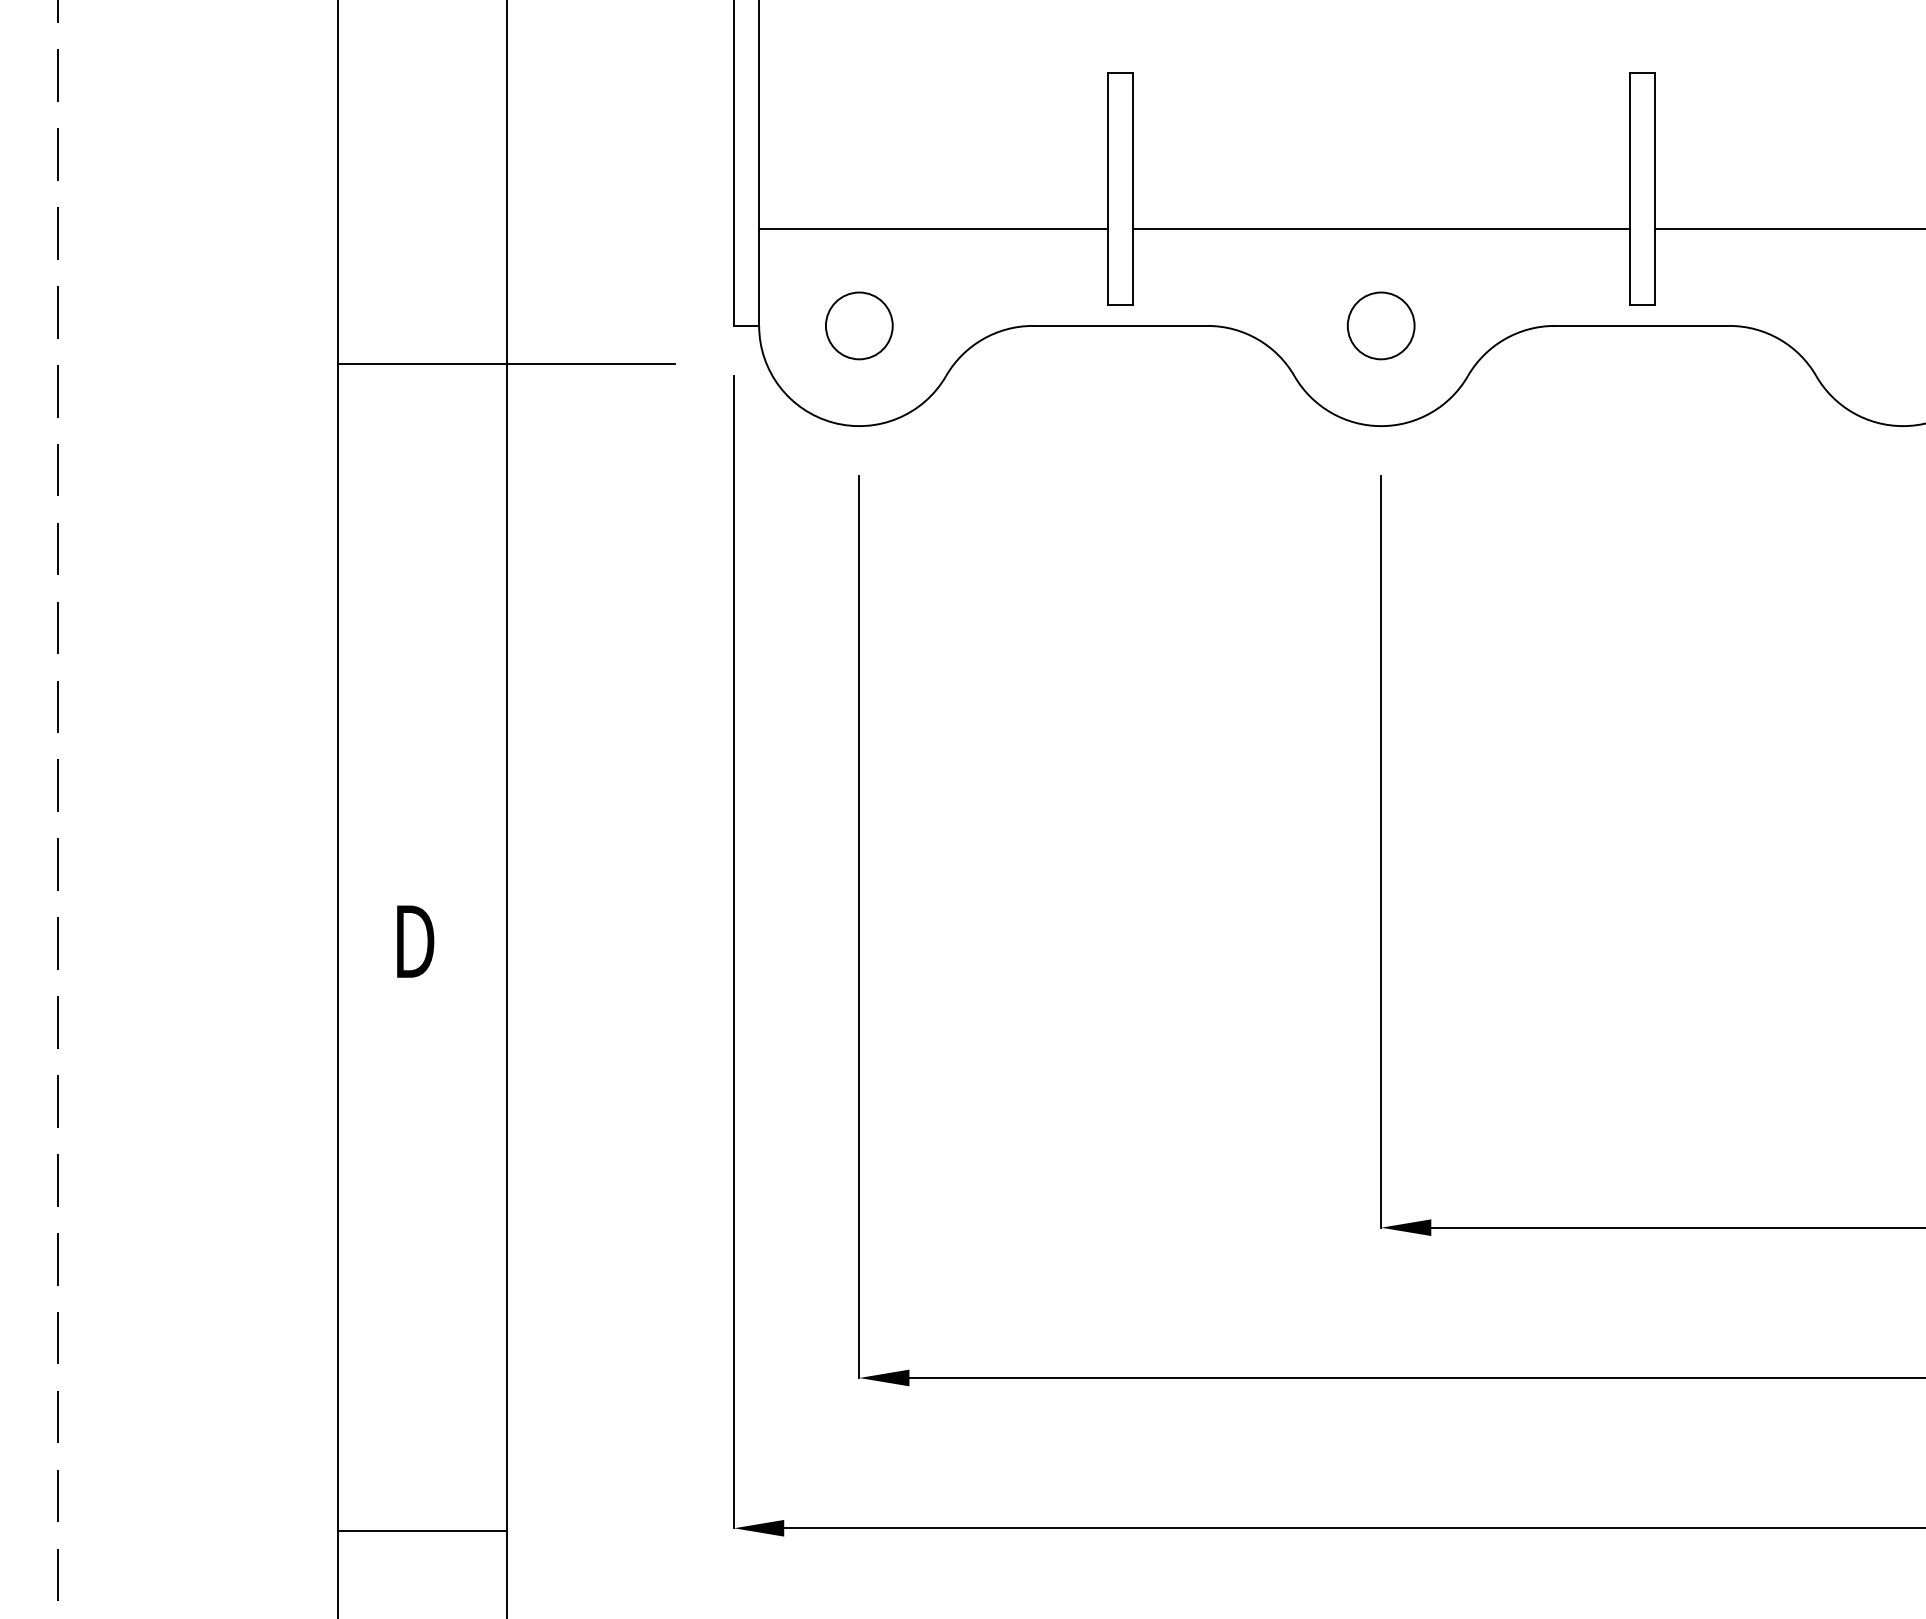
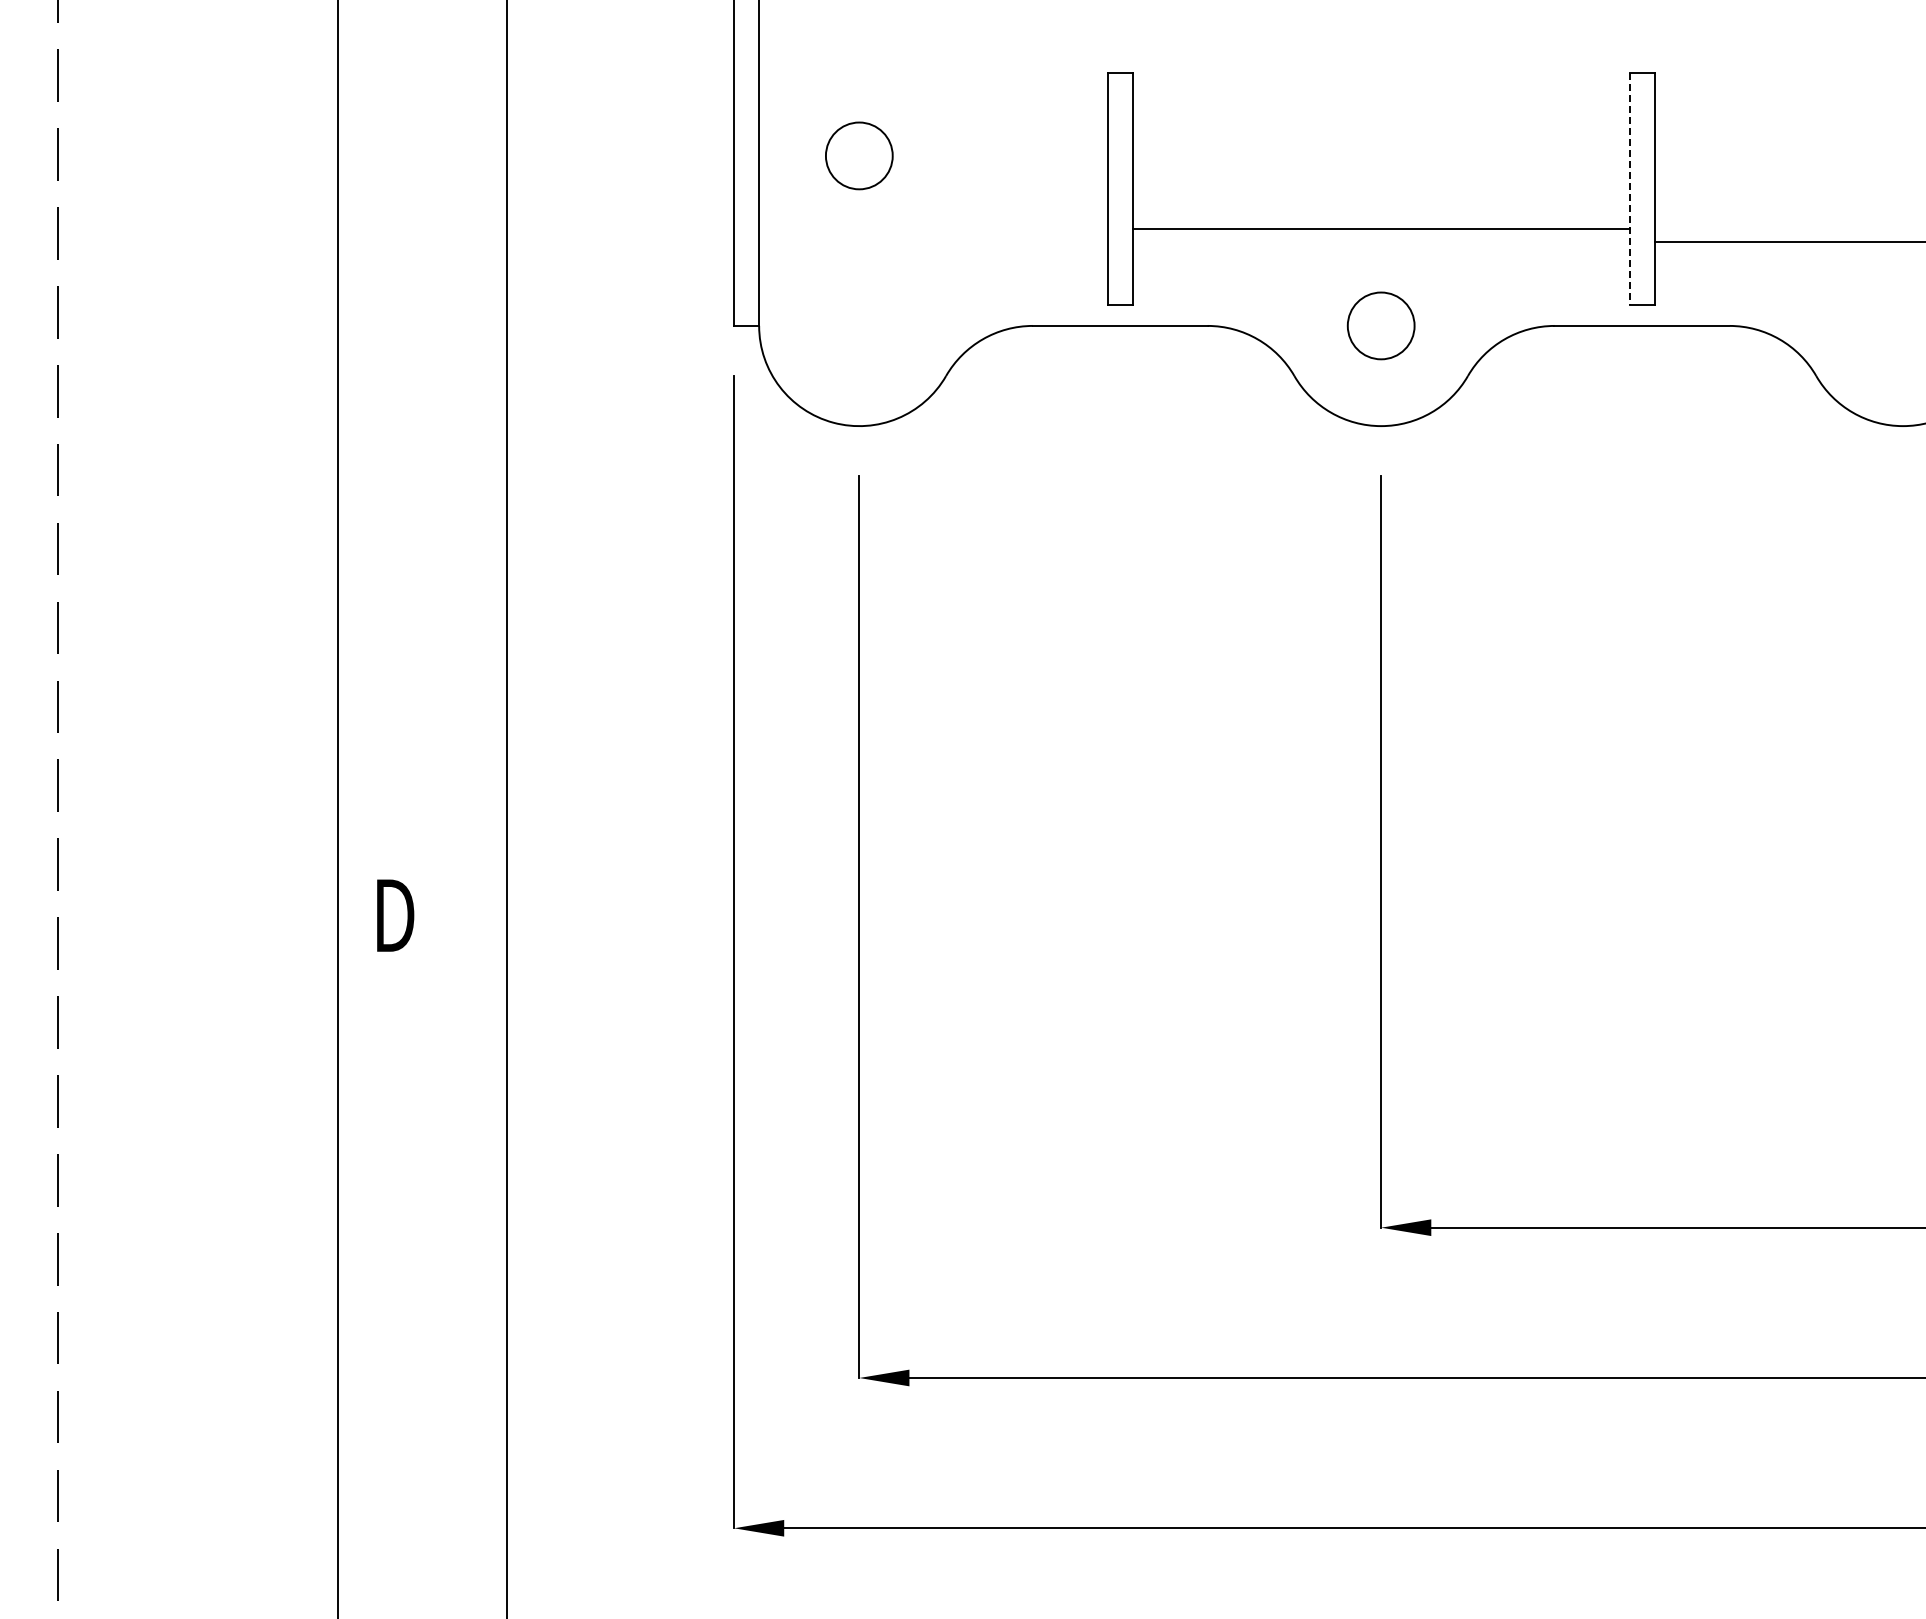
line at (1629, 189): solid -> dashed
line at (933, 229): present -> none
line at (1788, 229) position: (1788, 229) -> (1788, 242)
circle at (859, 325) position: (859, 325) -> (859, 155)
line at (506, 364): present -> none
text at (415, 941) position: (415, 941) -> (395, 915)
line at (422, 1530): present -> none
